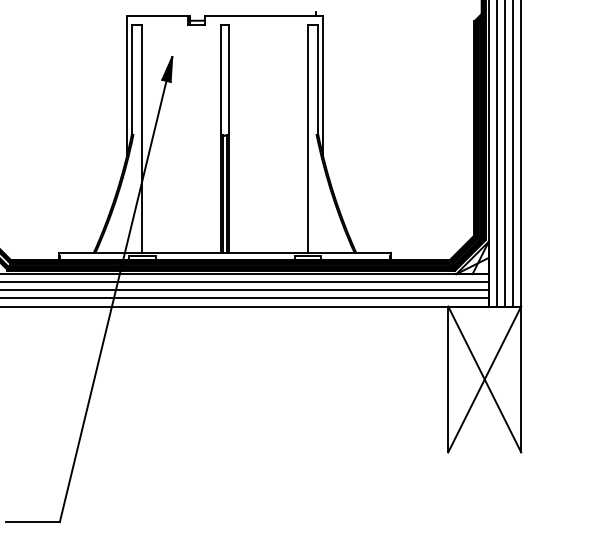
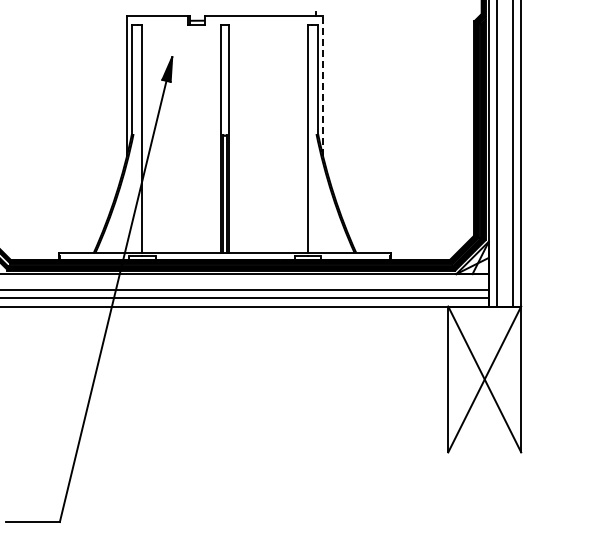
line at (323, 86): solid -> dashed
line at (505, 154): present -> none
line at (245, 282): present -> none
